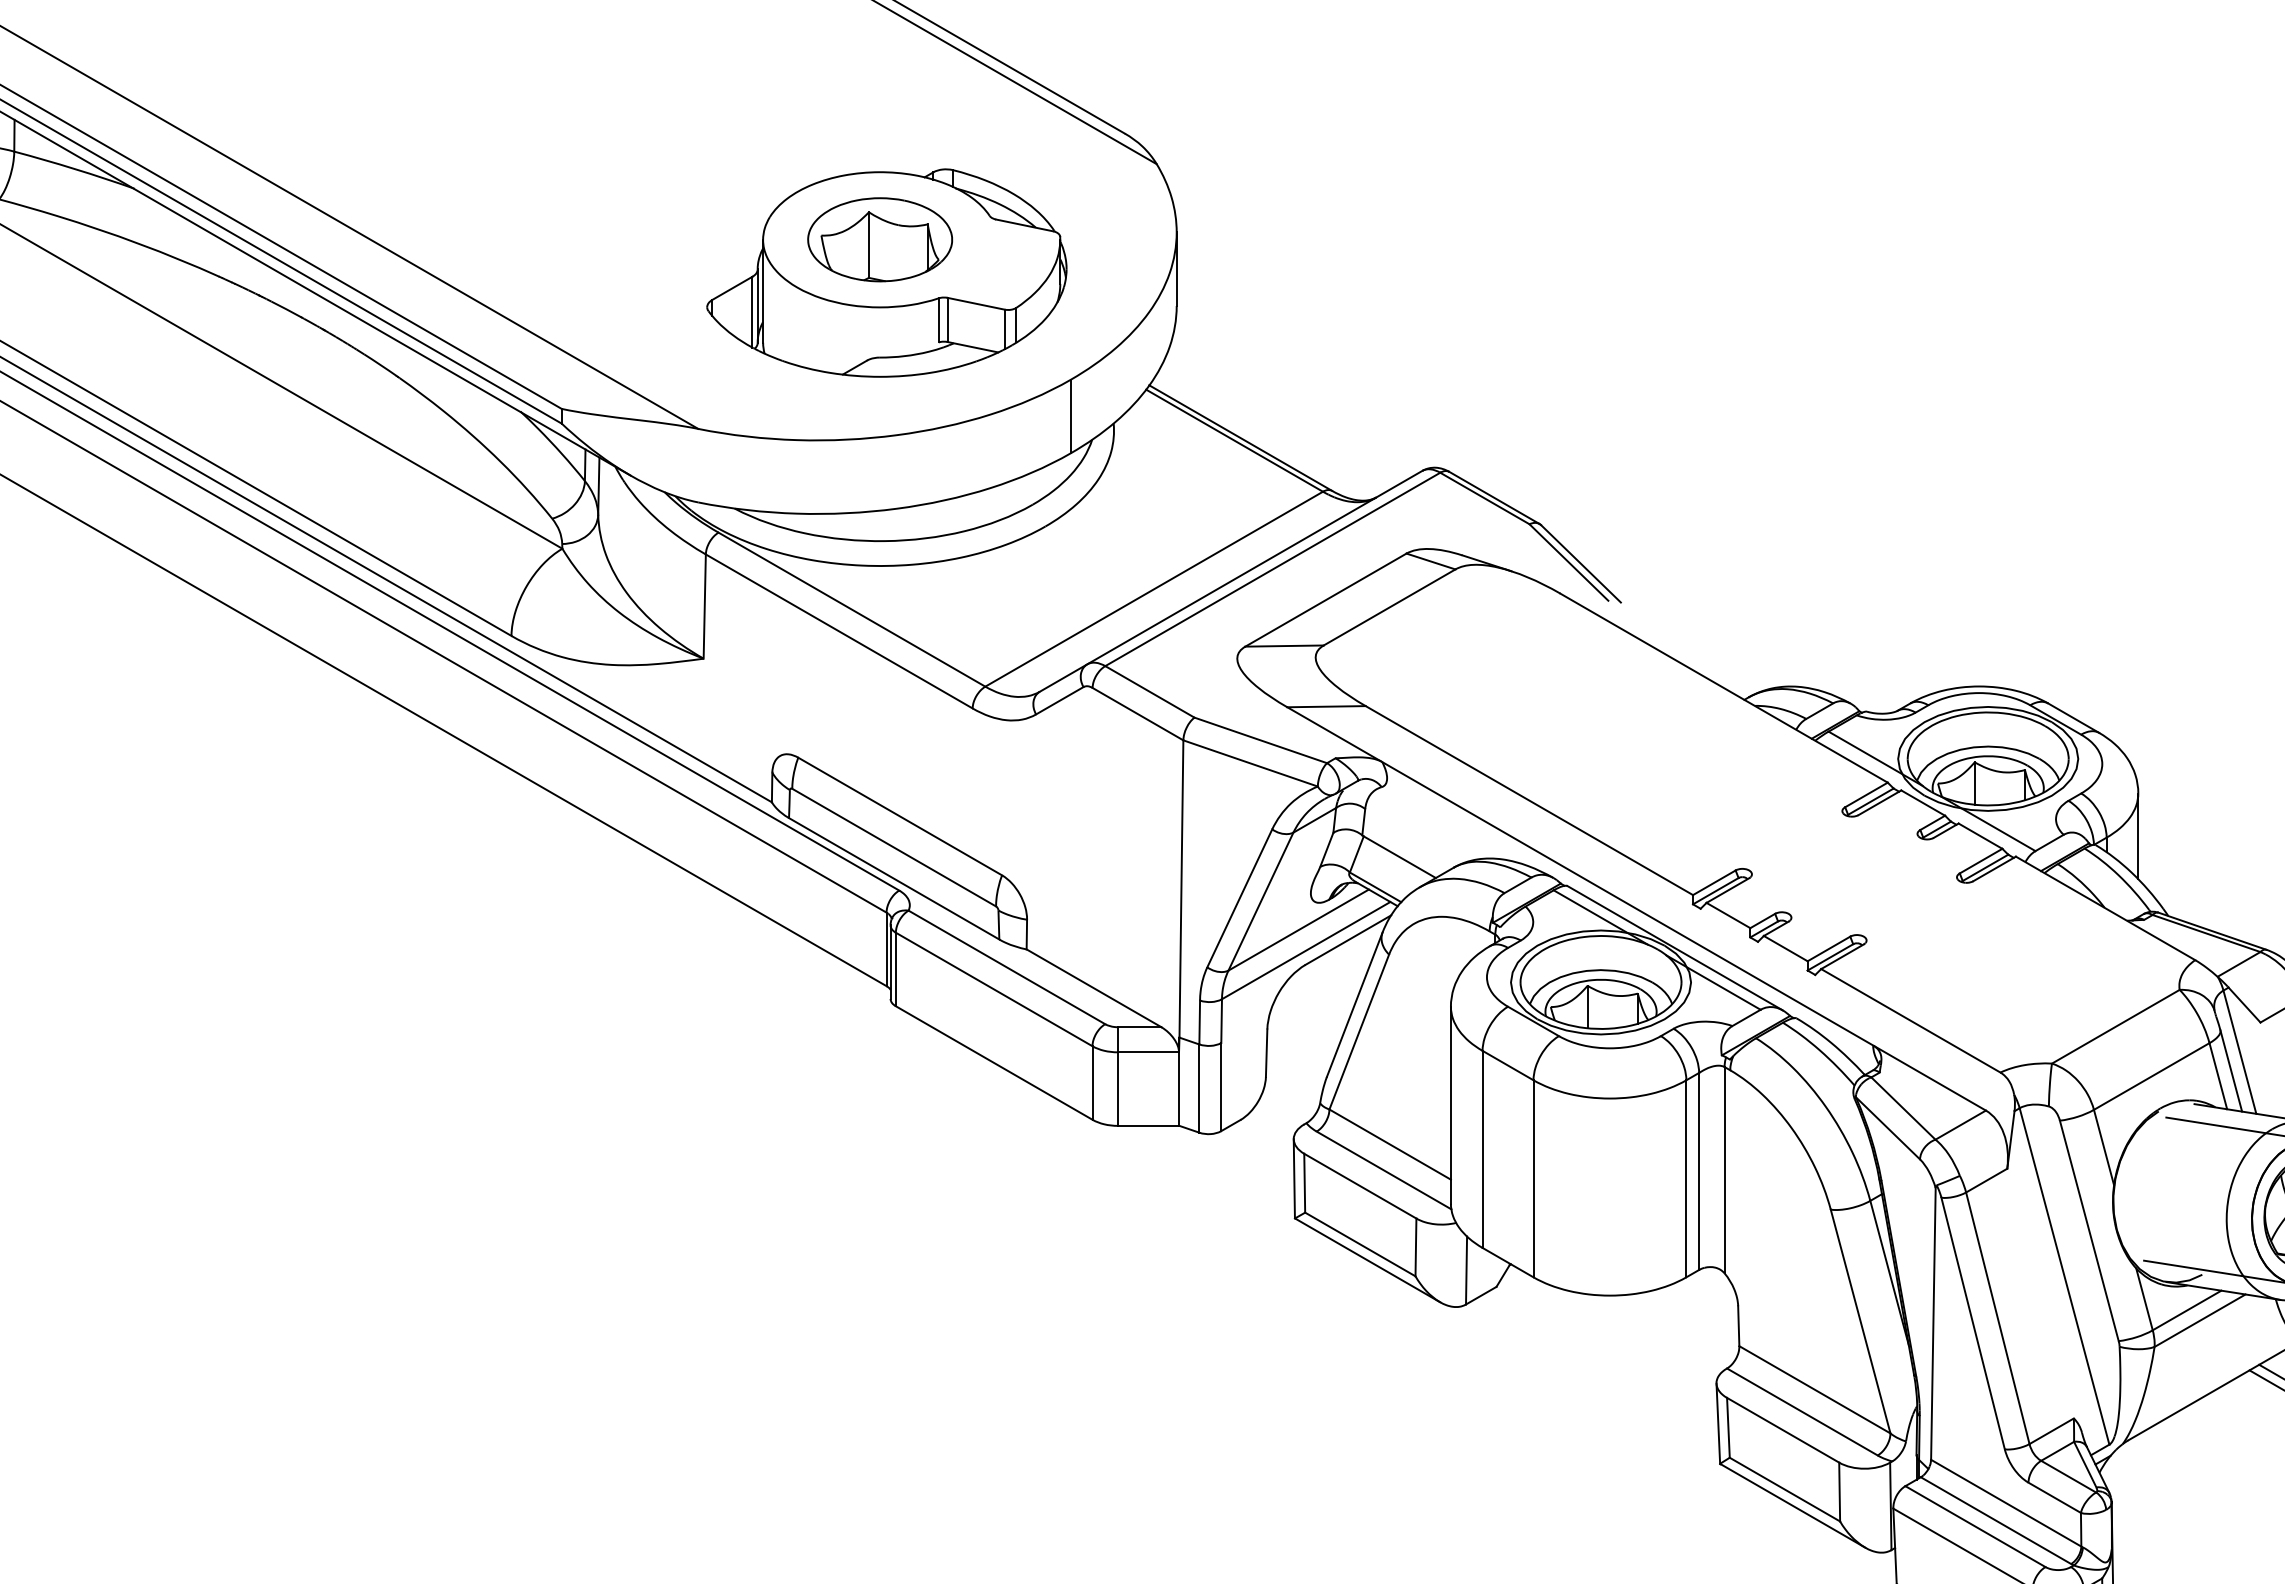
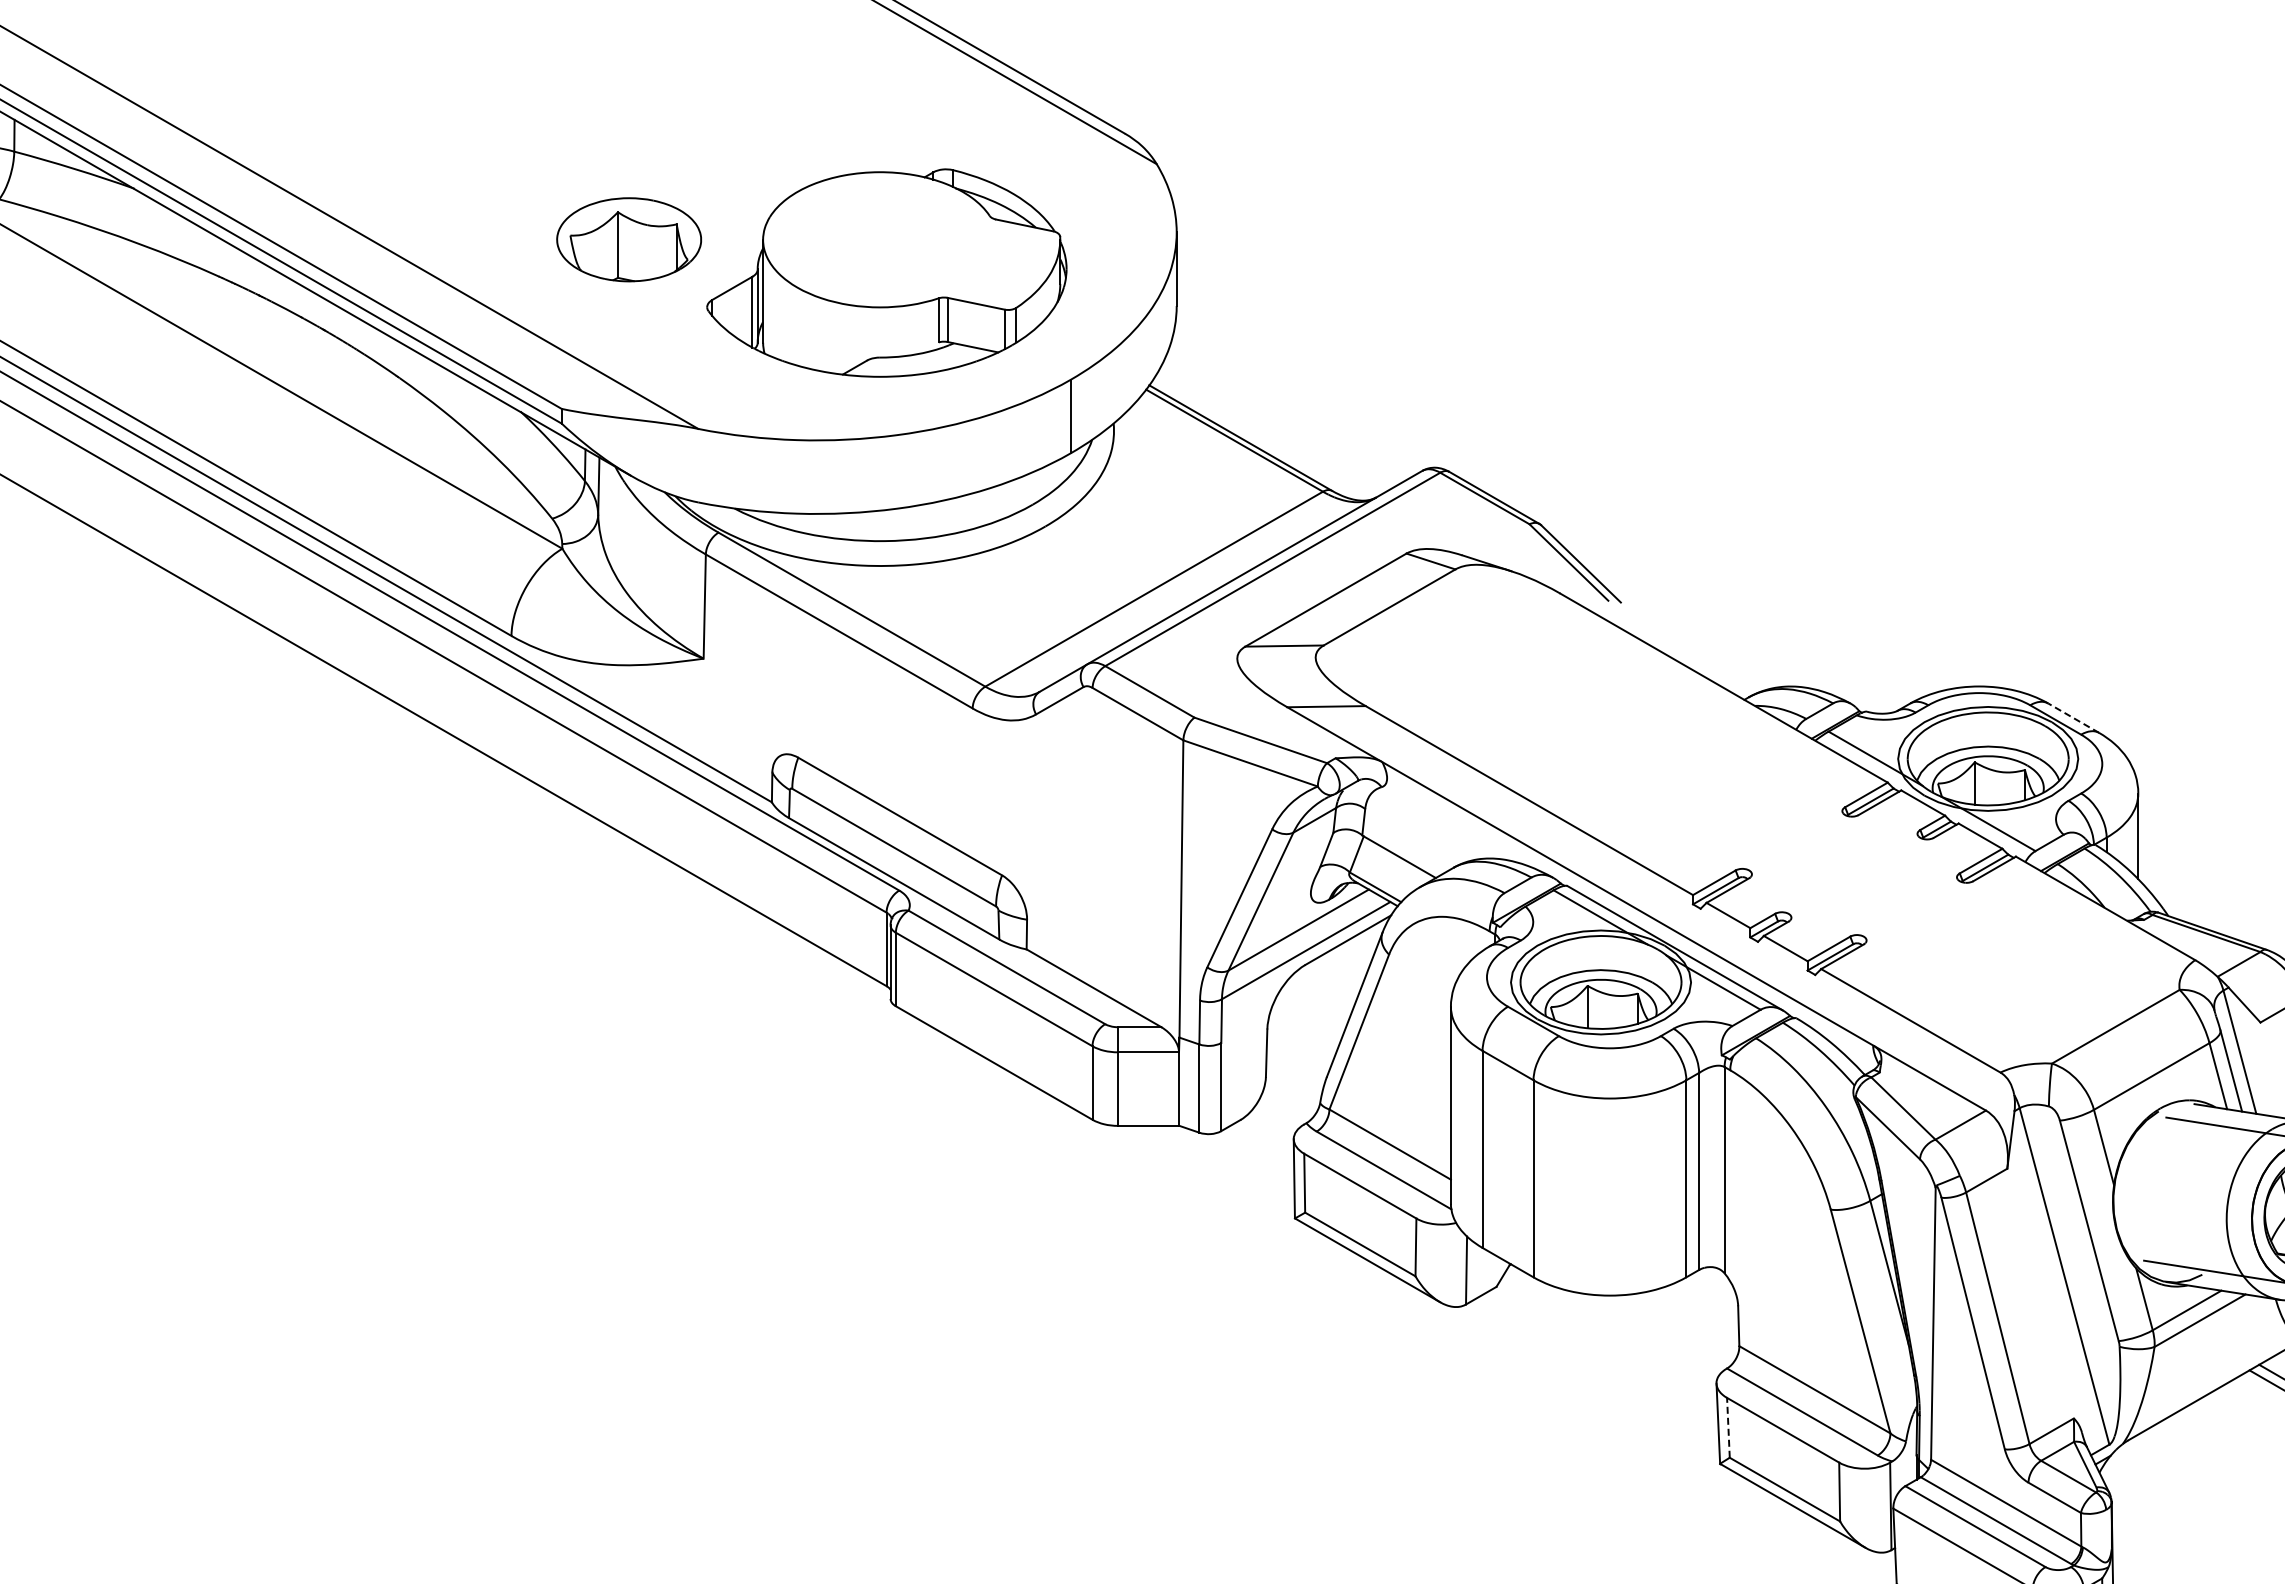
part at (879, 239) position: (879, 239) -> (628, 239)
line at (2073, 717): solid -> dashed
line at (1728, 1427): solid -> dashed
